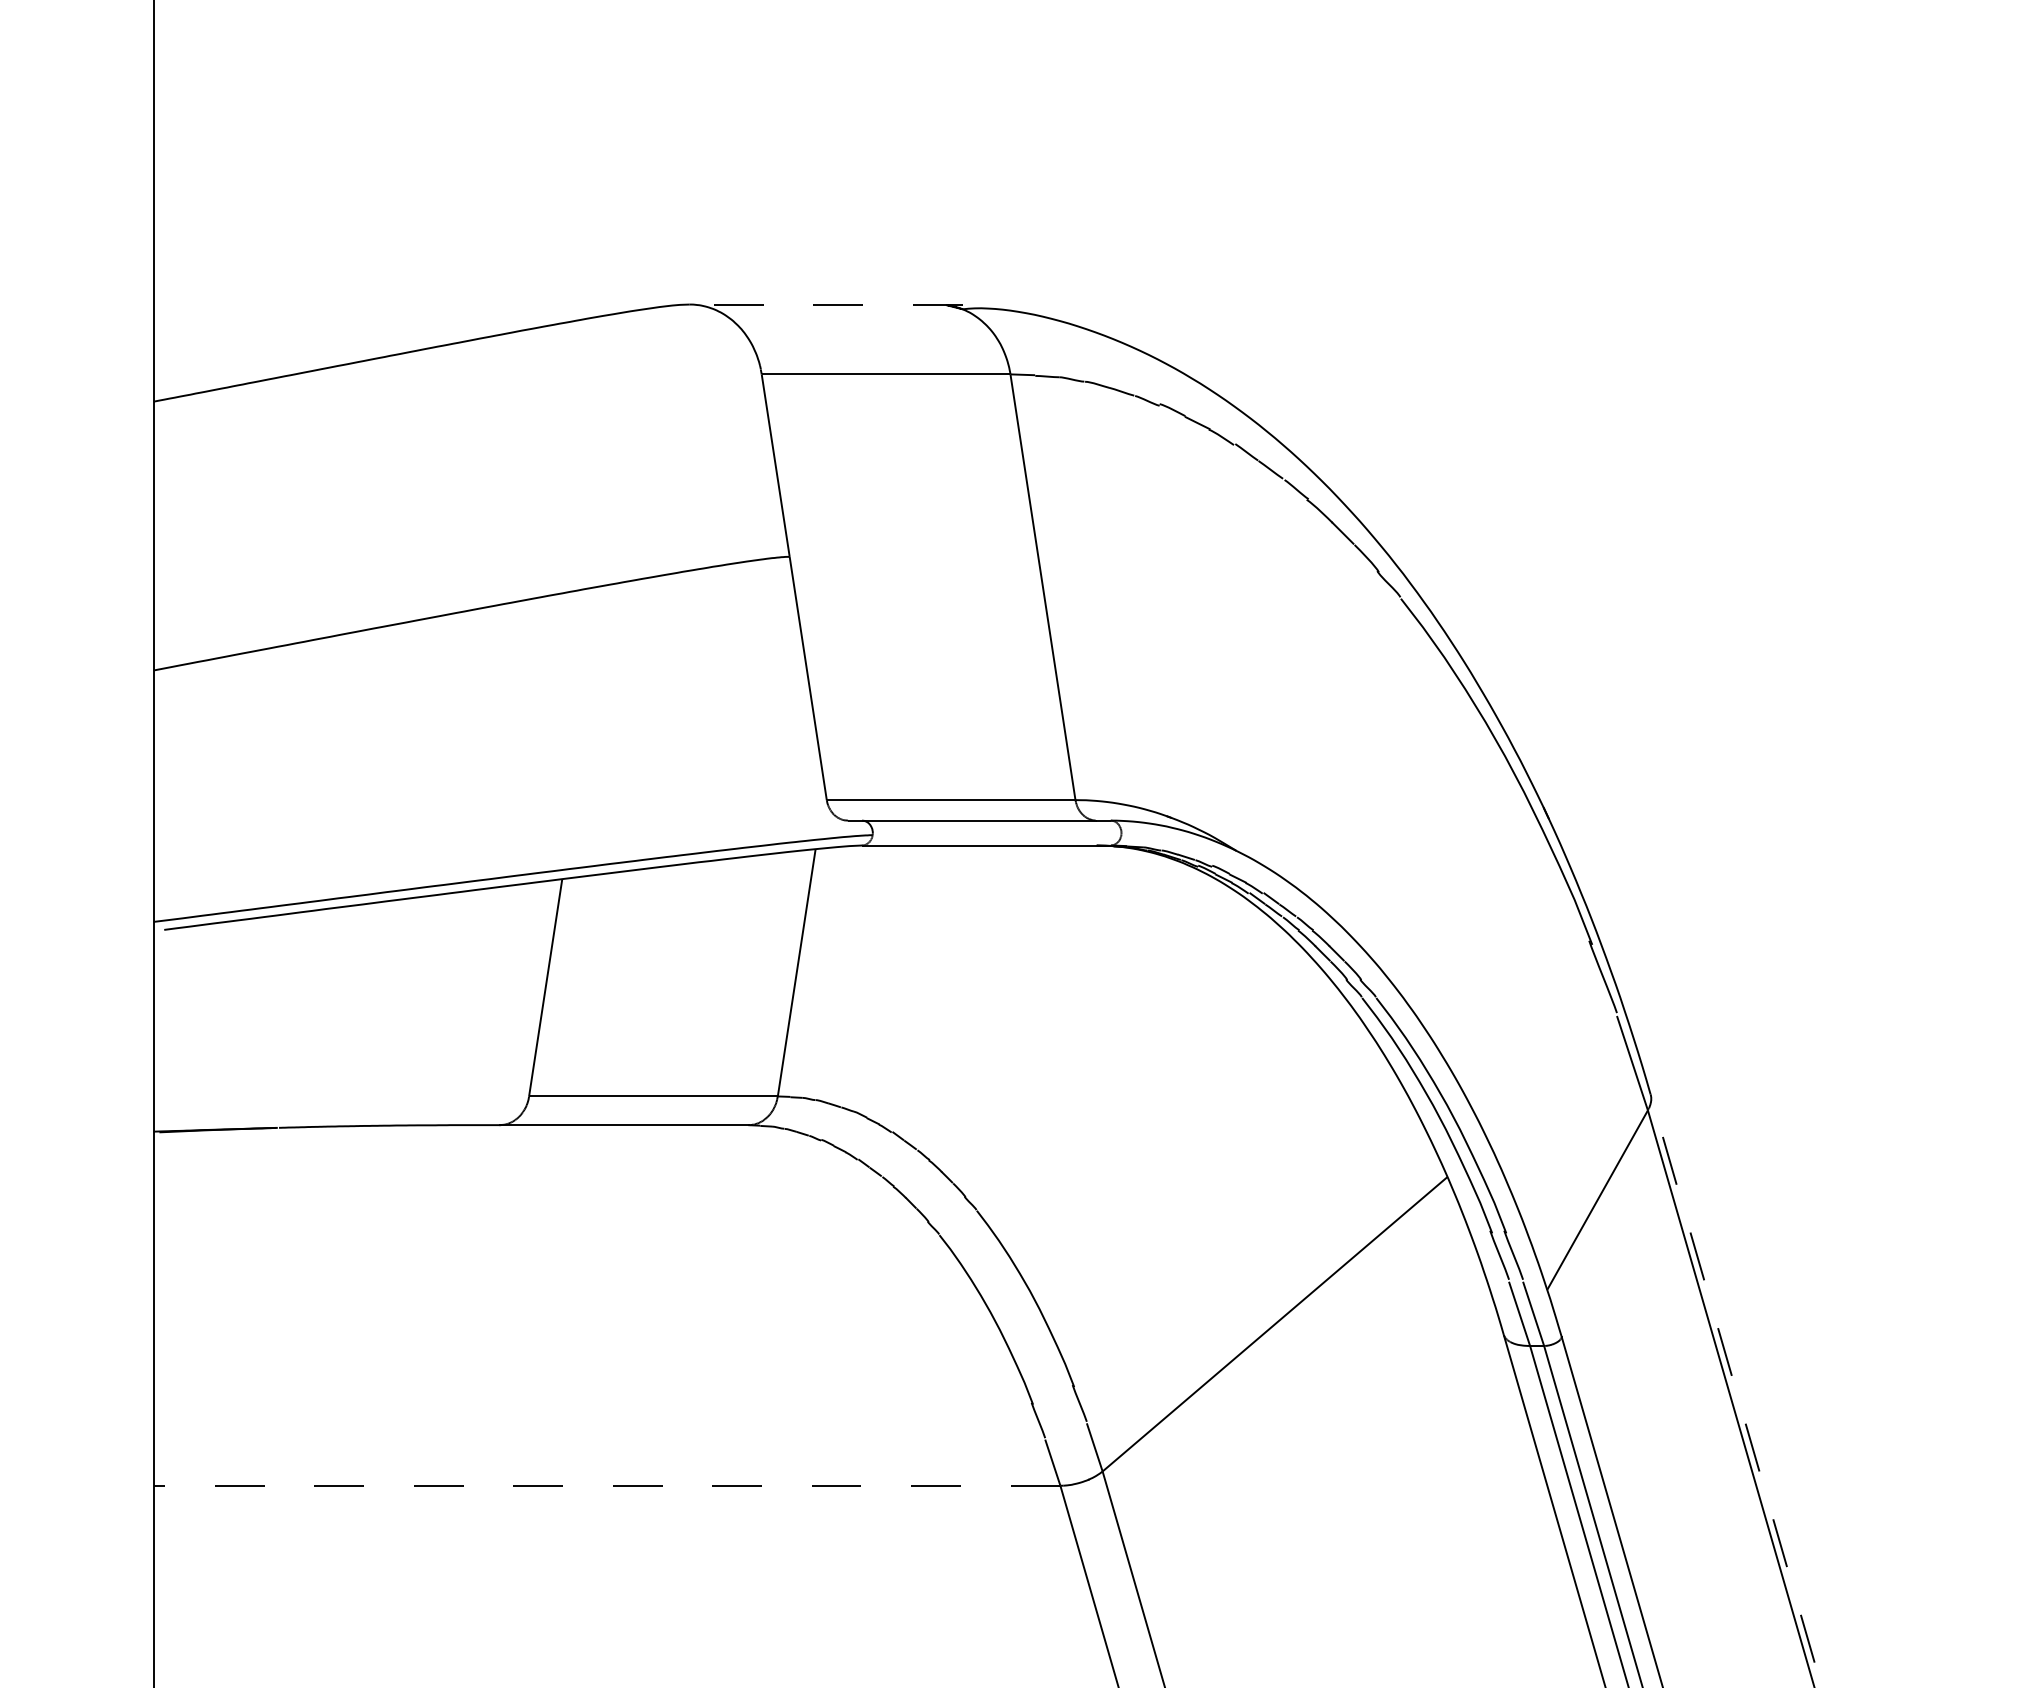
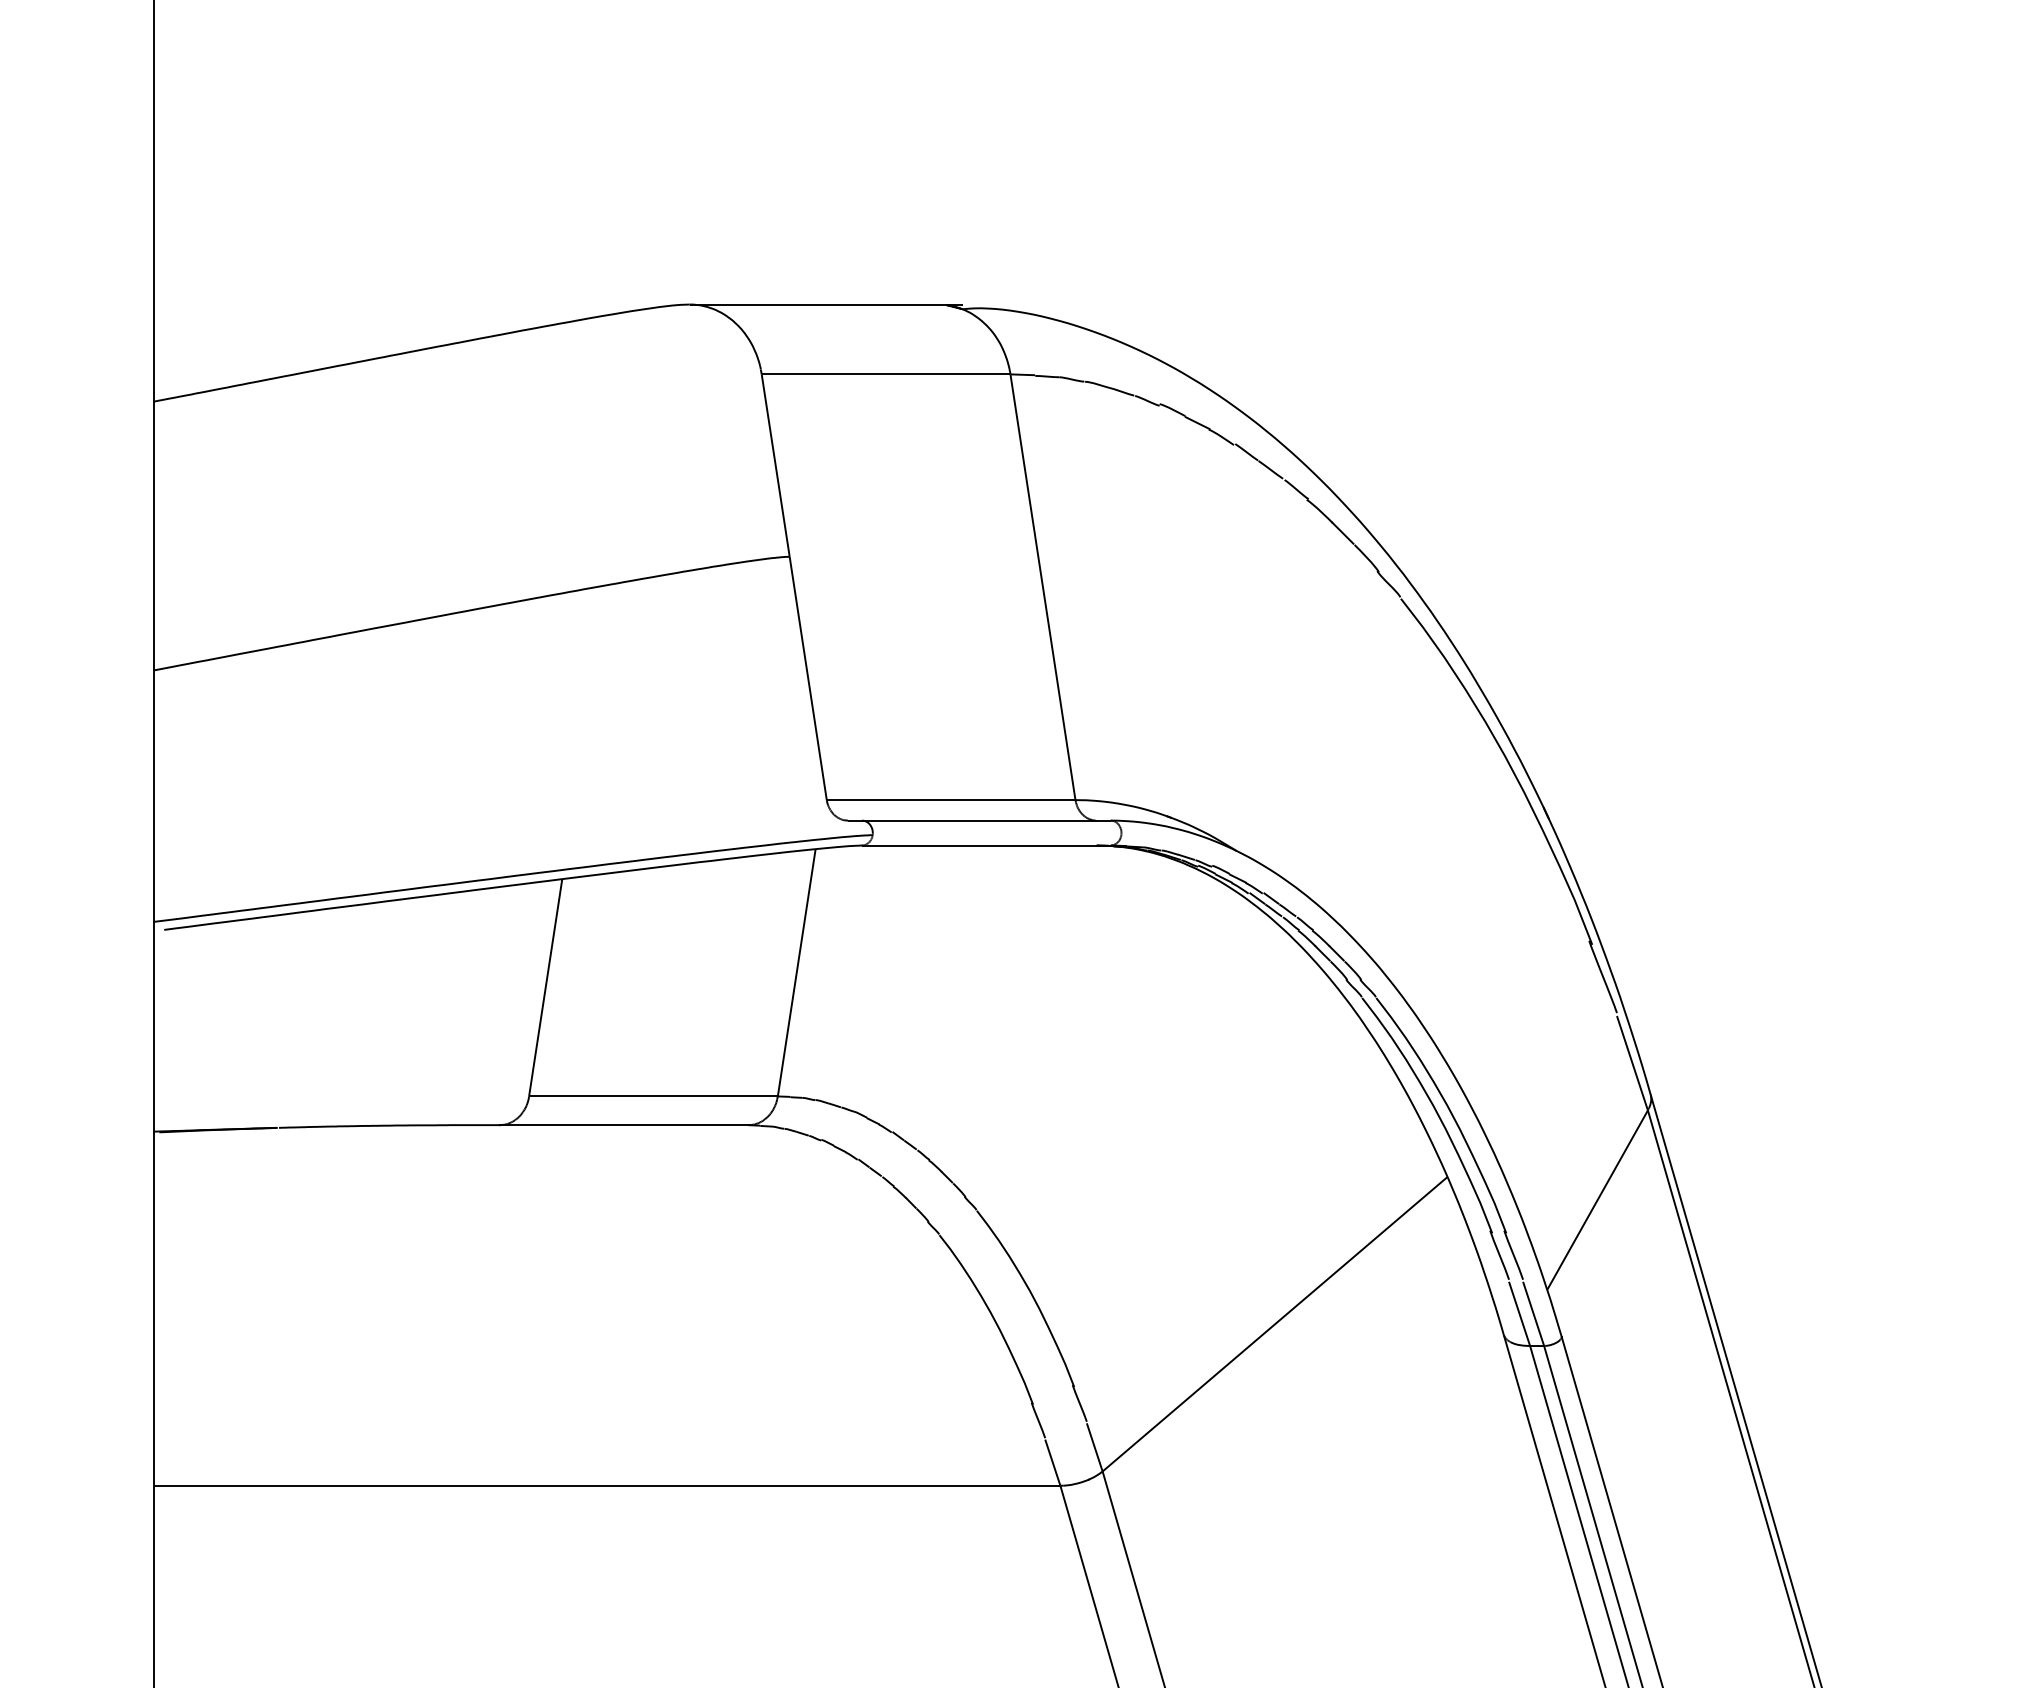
line at (825, 304): dashed -> solid
line at (1736, 1391): dashed -> solid
line at (606, 1485): dashed -> solid
